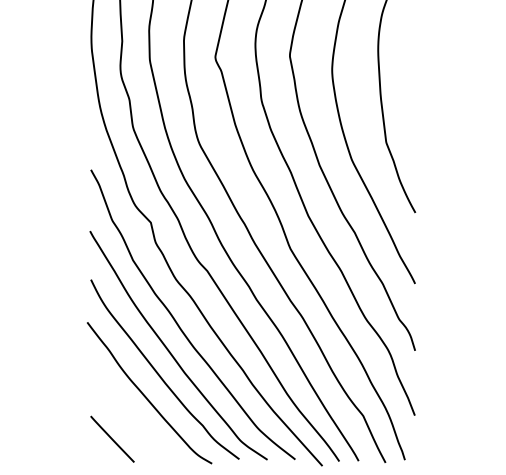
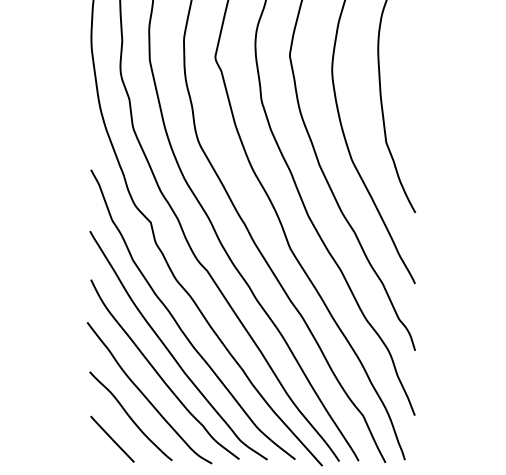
curve at (130, 416): none -> present
